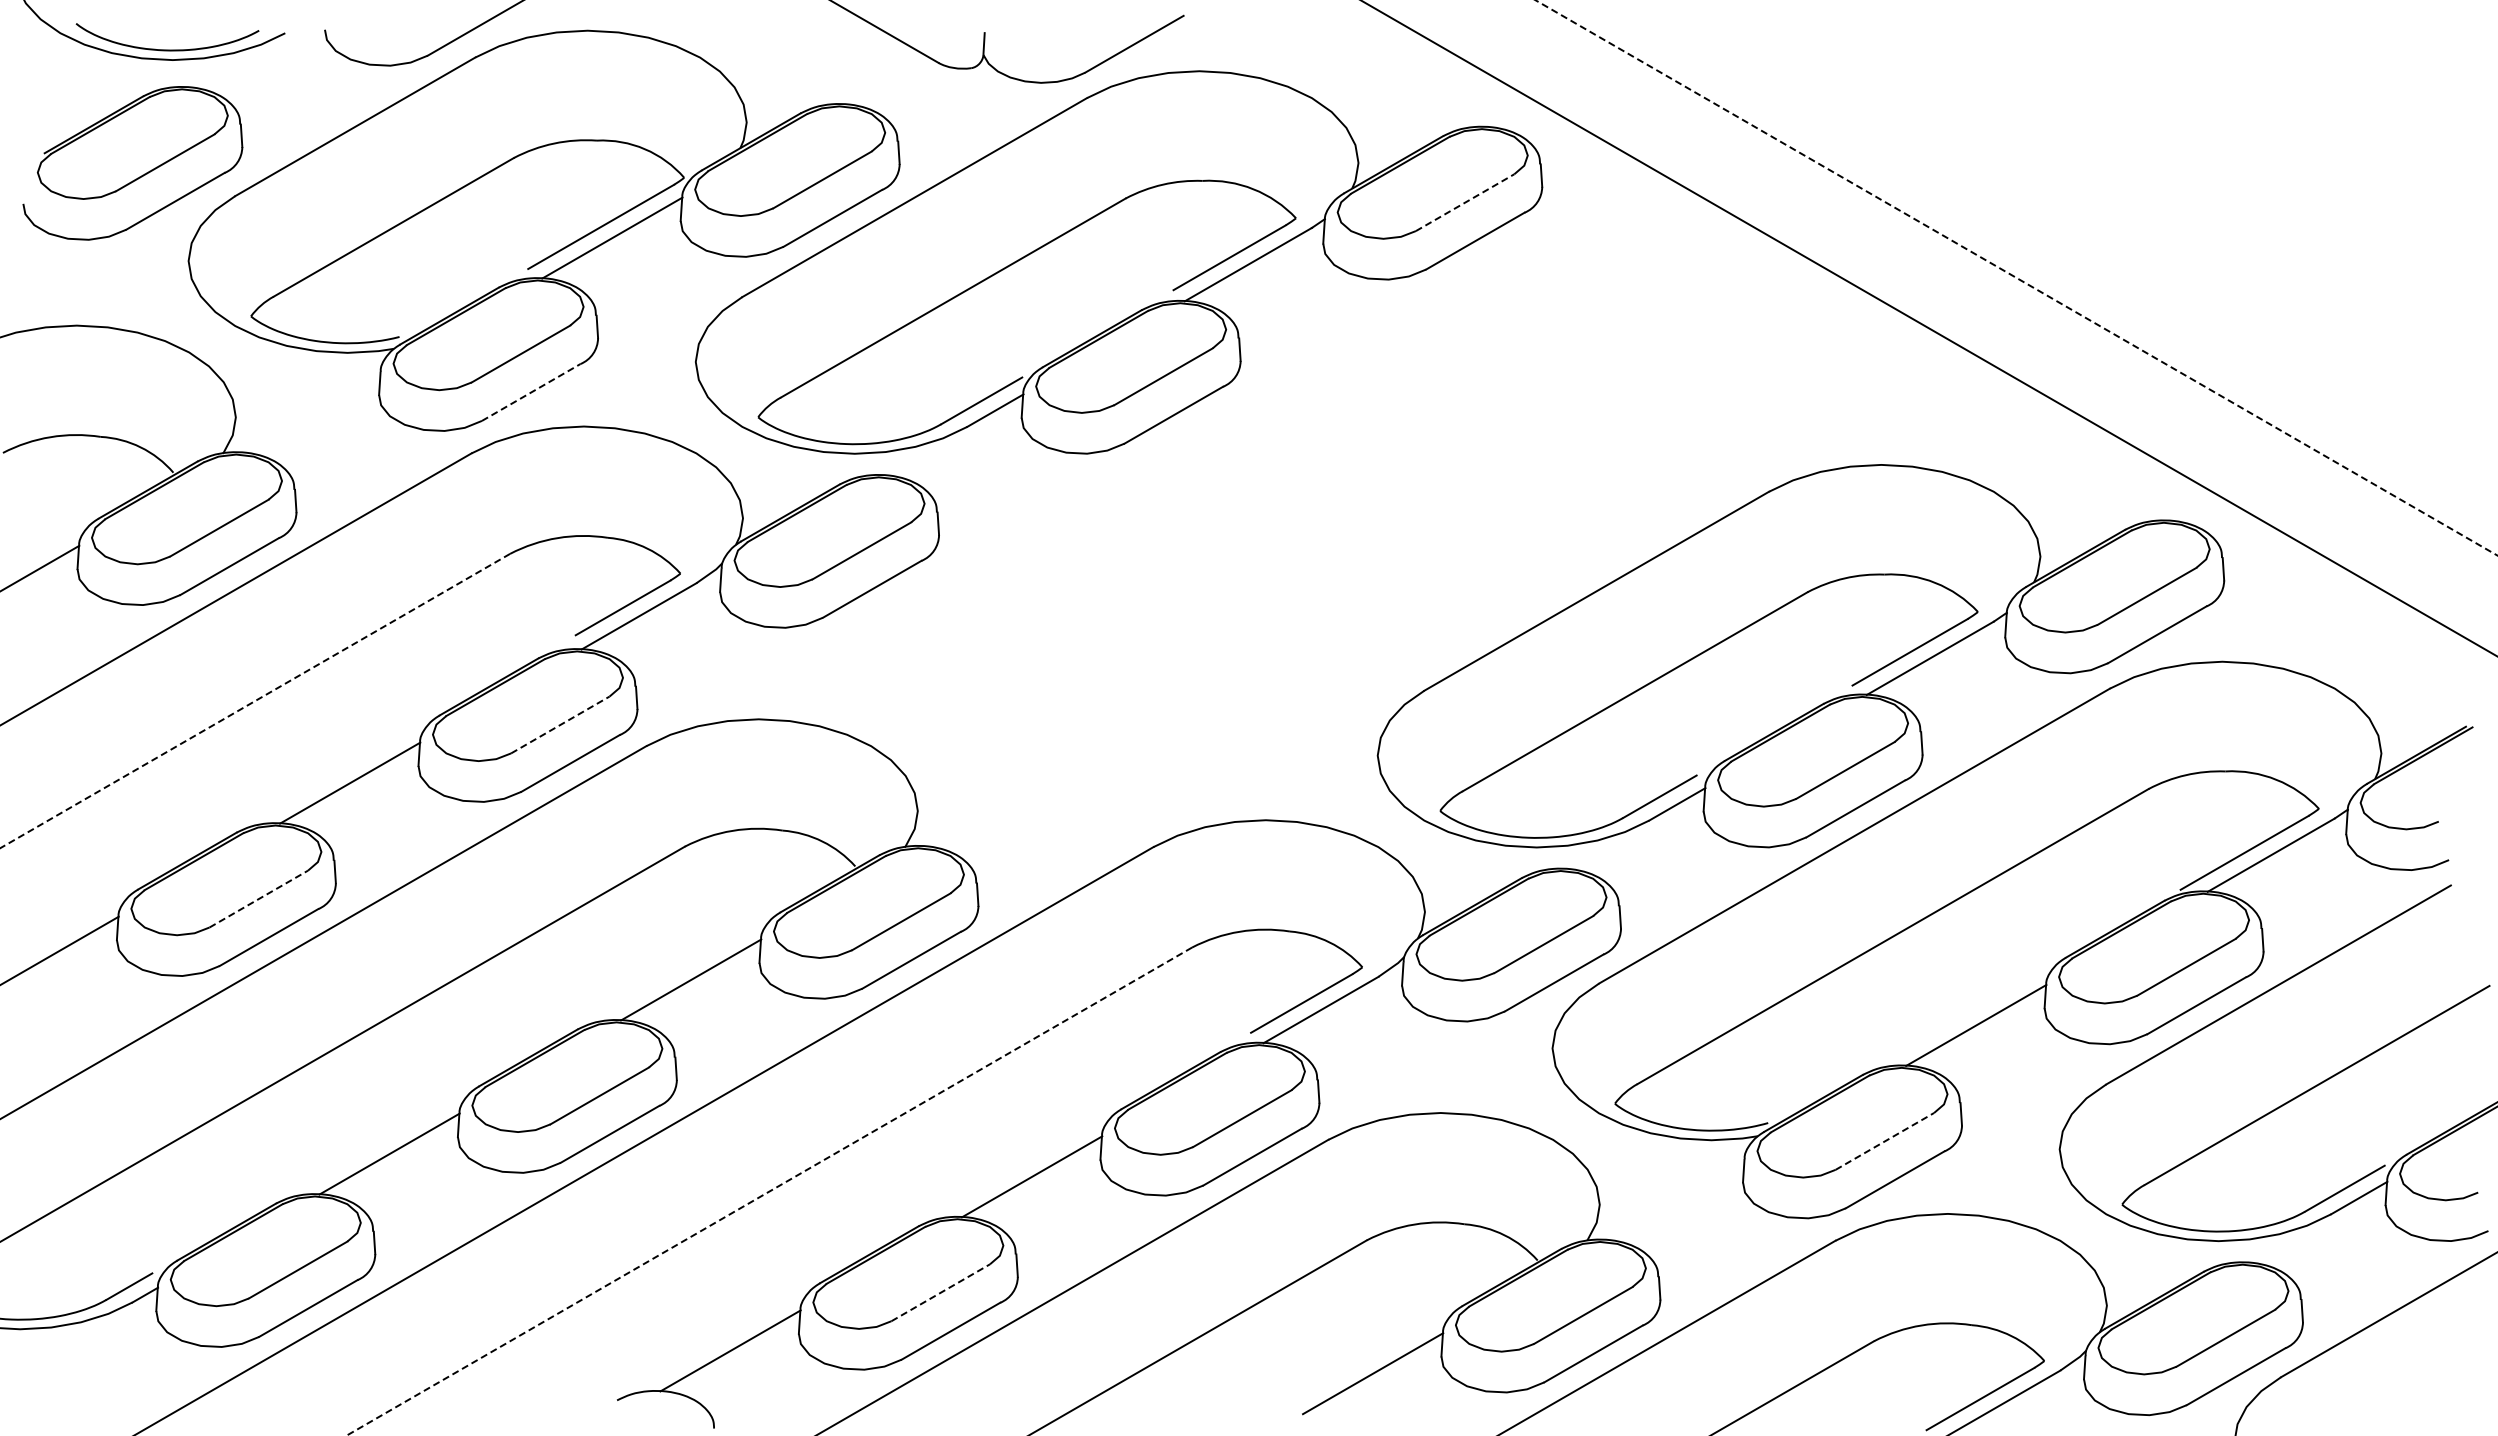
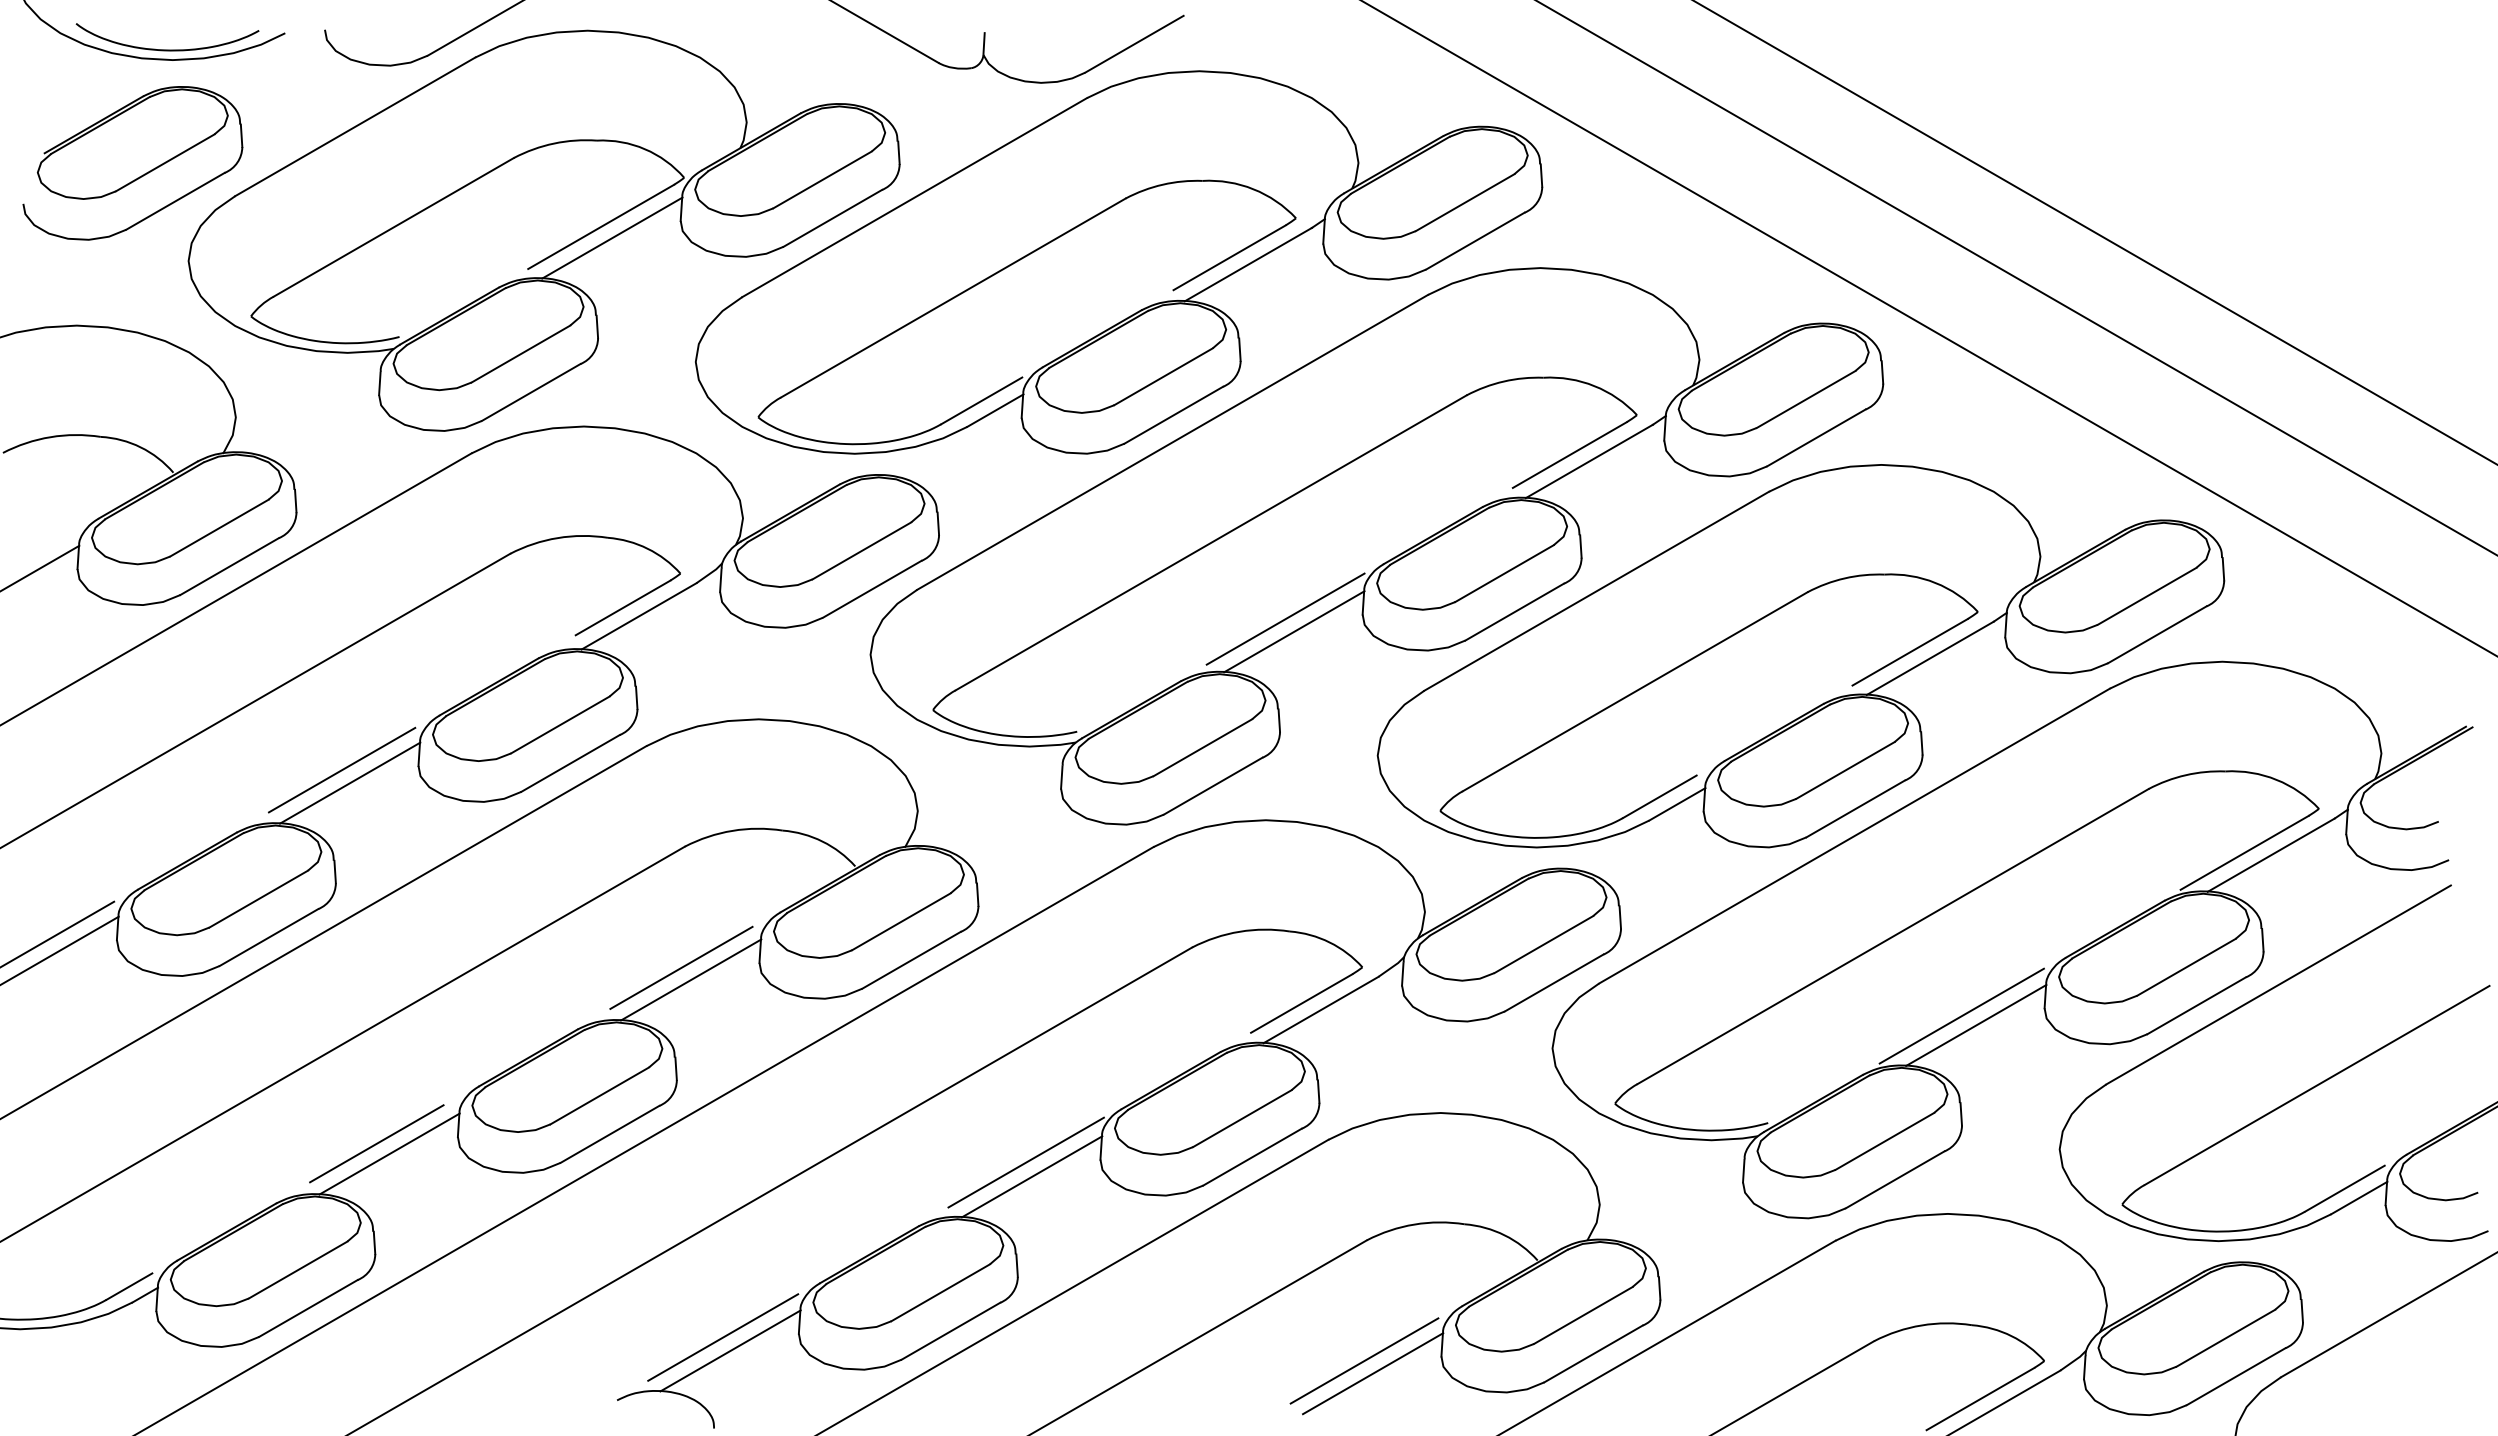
line at (1465, 202): dashed -> solid
line at (2095, 232): none -> present
line at (2016, 277): dashed -> solid
line at (531, 392): dashed -> solid
part at (1376, 546): none -> present
line at (254, 701): dashed -> solid
line at (560, 724): dashed -> solid
line at (341, 769): none -> present
line at (258, 899): dashed -> solid
line at (58, 933): none -> present
line at (681, 967): none -> present
line at (1961, 1015): none -> present
line at (1884, 1141): dashed -> solid
line at (376, 1143): none -> present
line at (1025, 1162): none -> present
line at (768, 1191): dashed -> solid
line at (940, 1292): dashed -> solid
line at (723, 1337): none -> present
line at (1364, 1360): none -> present
